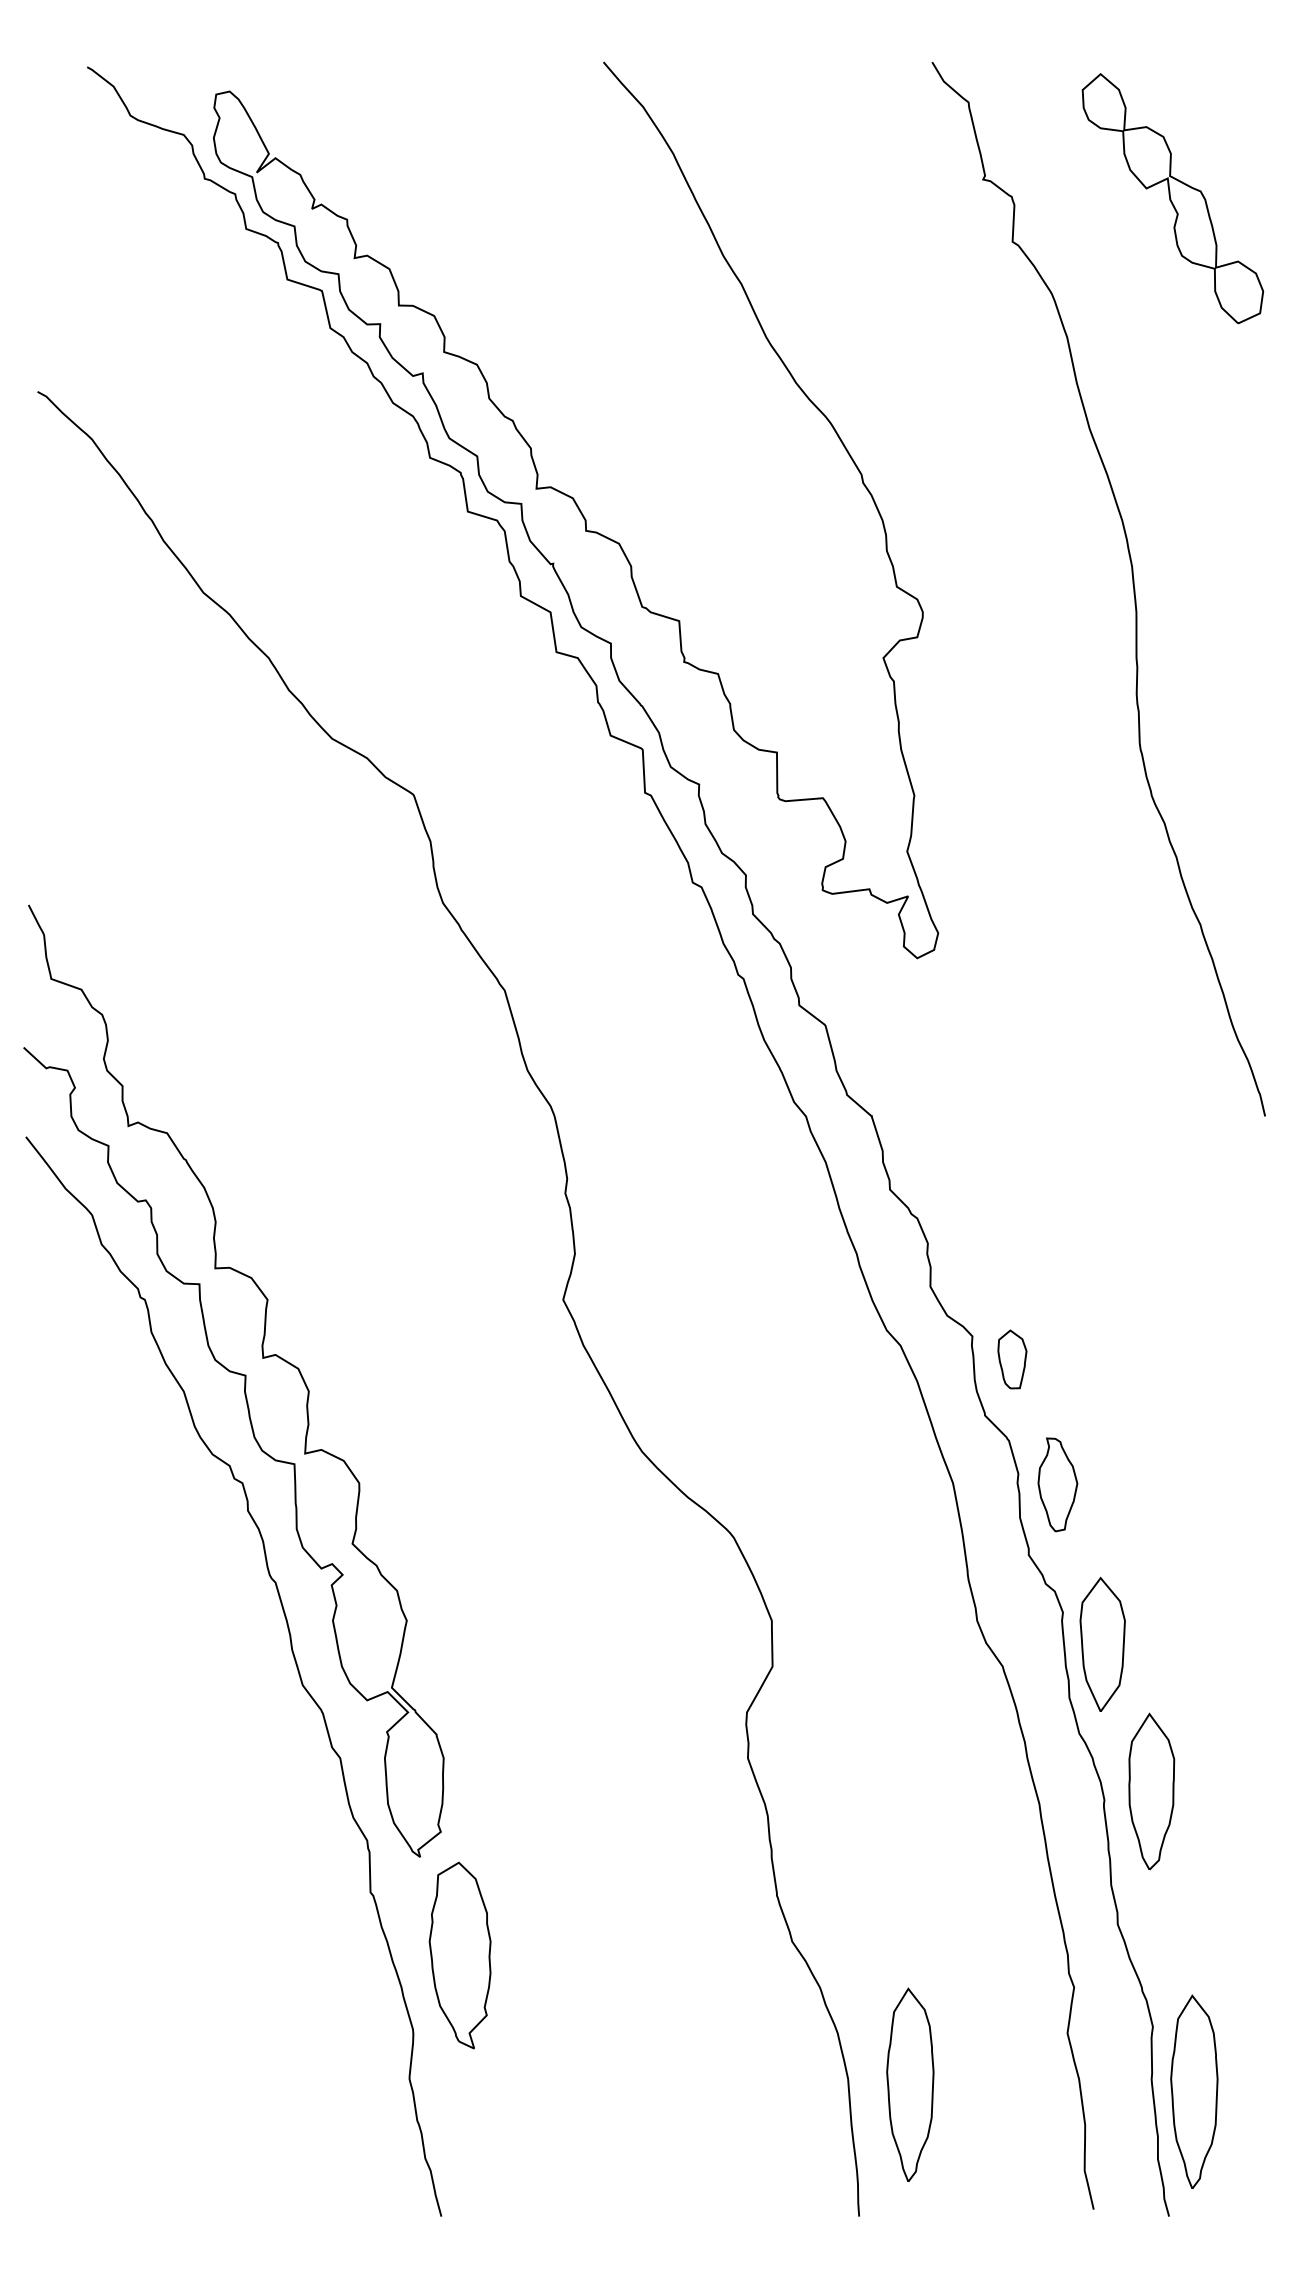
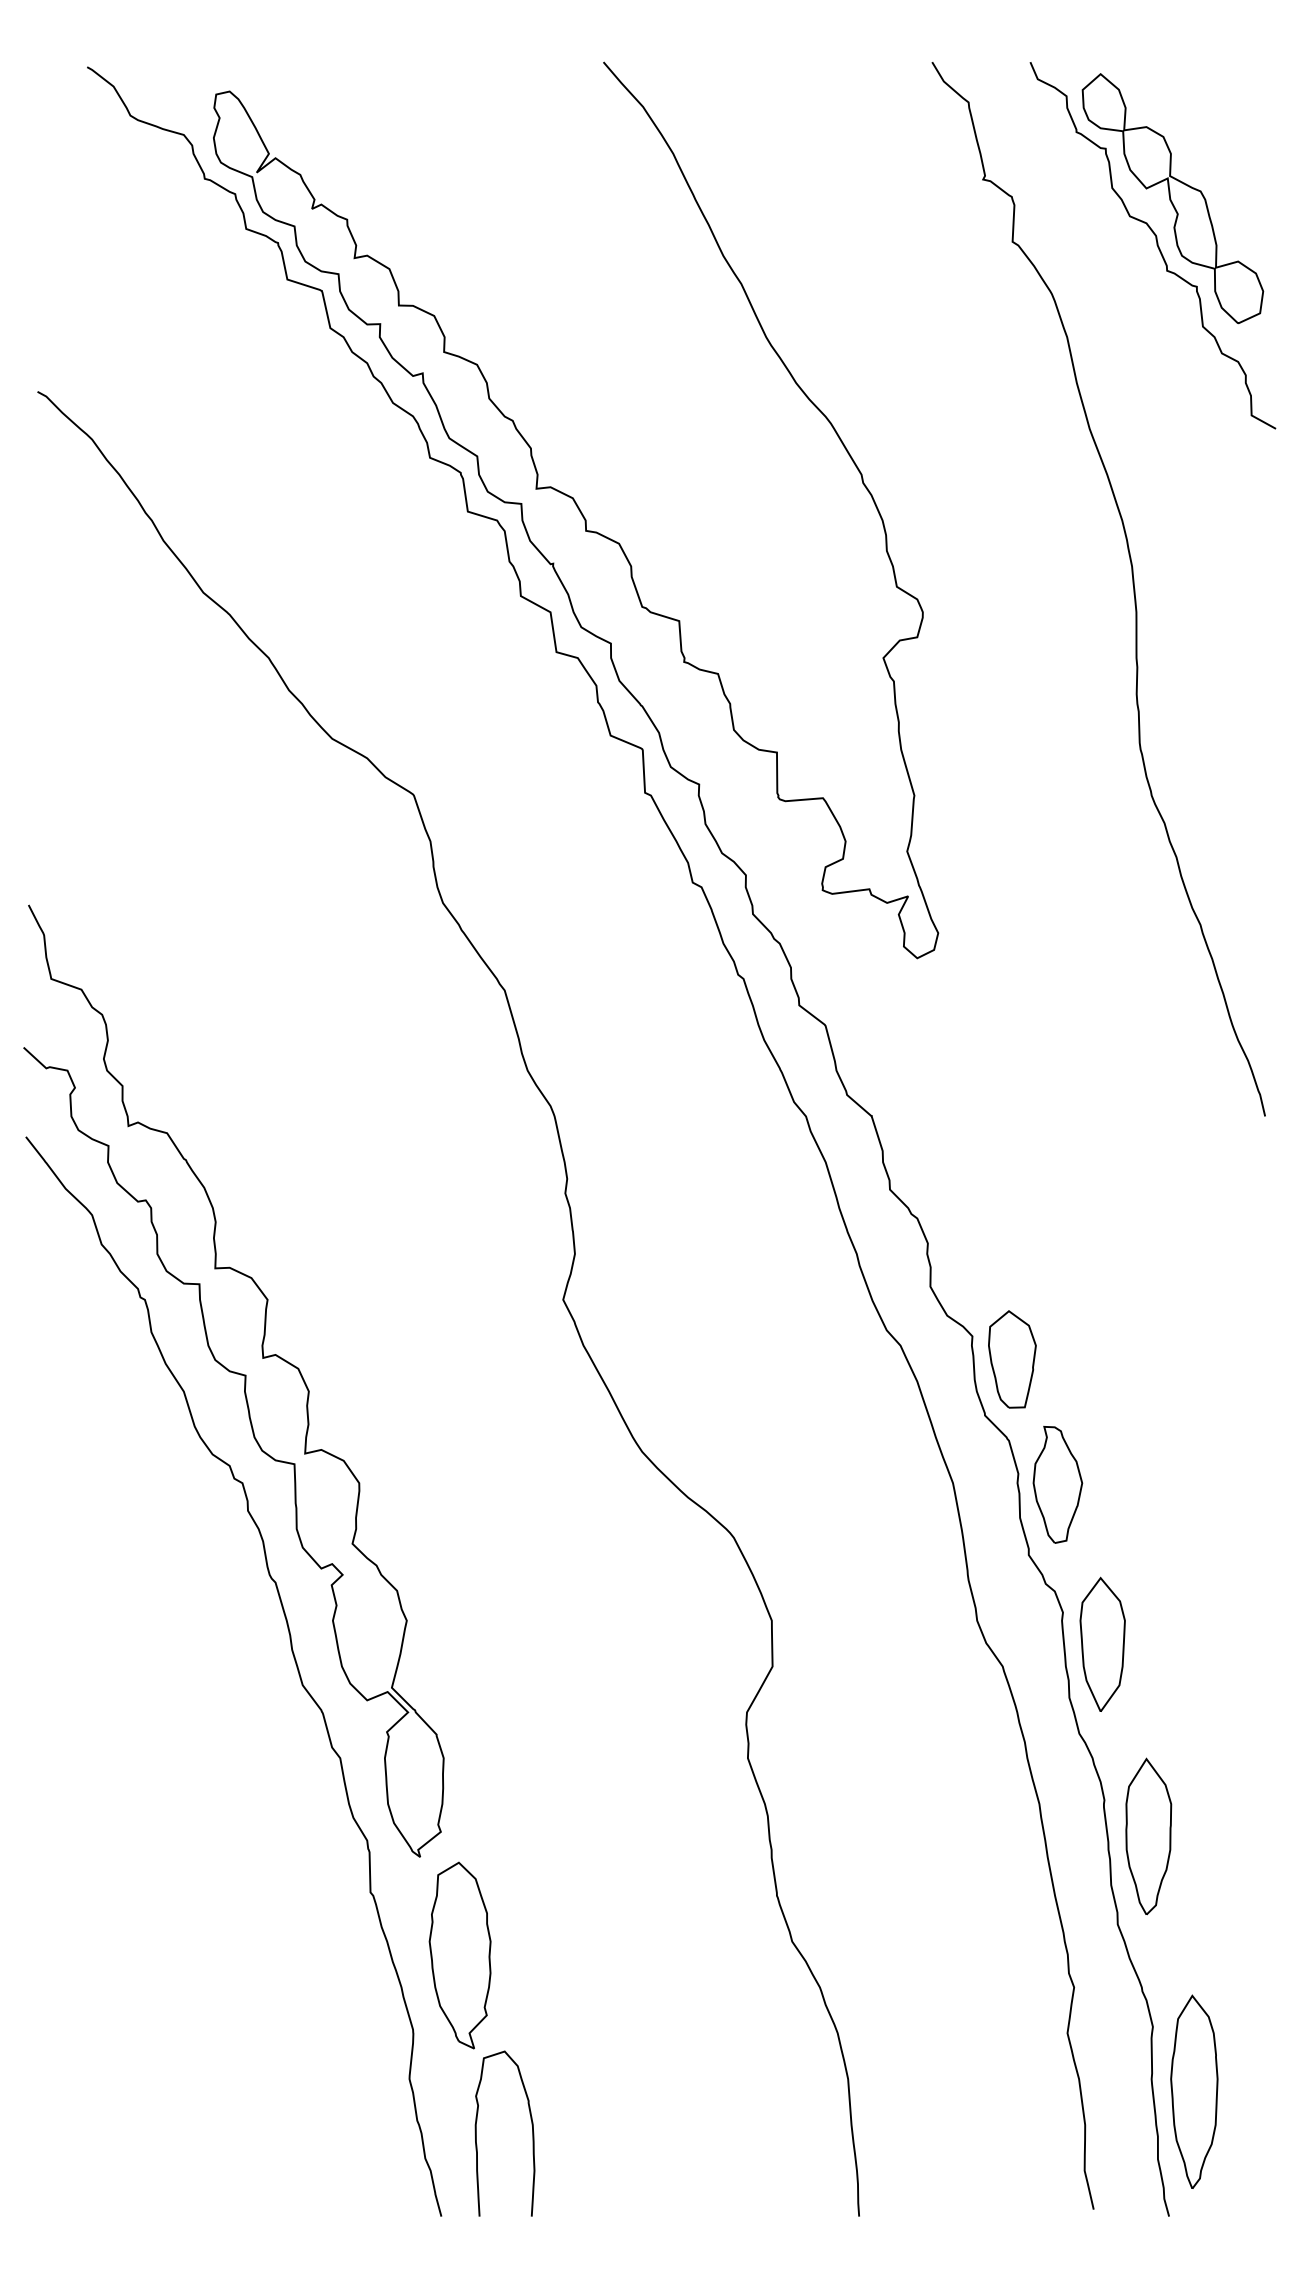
curve at (1156, 245): none -> present
part at (1012, 1359) size: 31x61 px -> 49x99 px
part at (1057, 1484) size: 42x96 px -> 52x118 px
part at (1151, 1791) position: (1151, 1791) -> (1148, 1836)
part at (910, 2084): present -> none
curve at (476, 2133): none -> present
